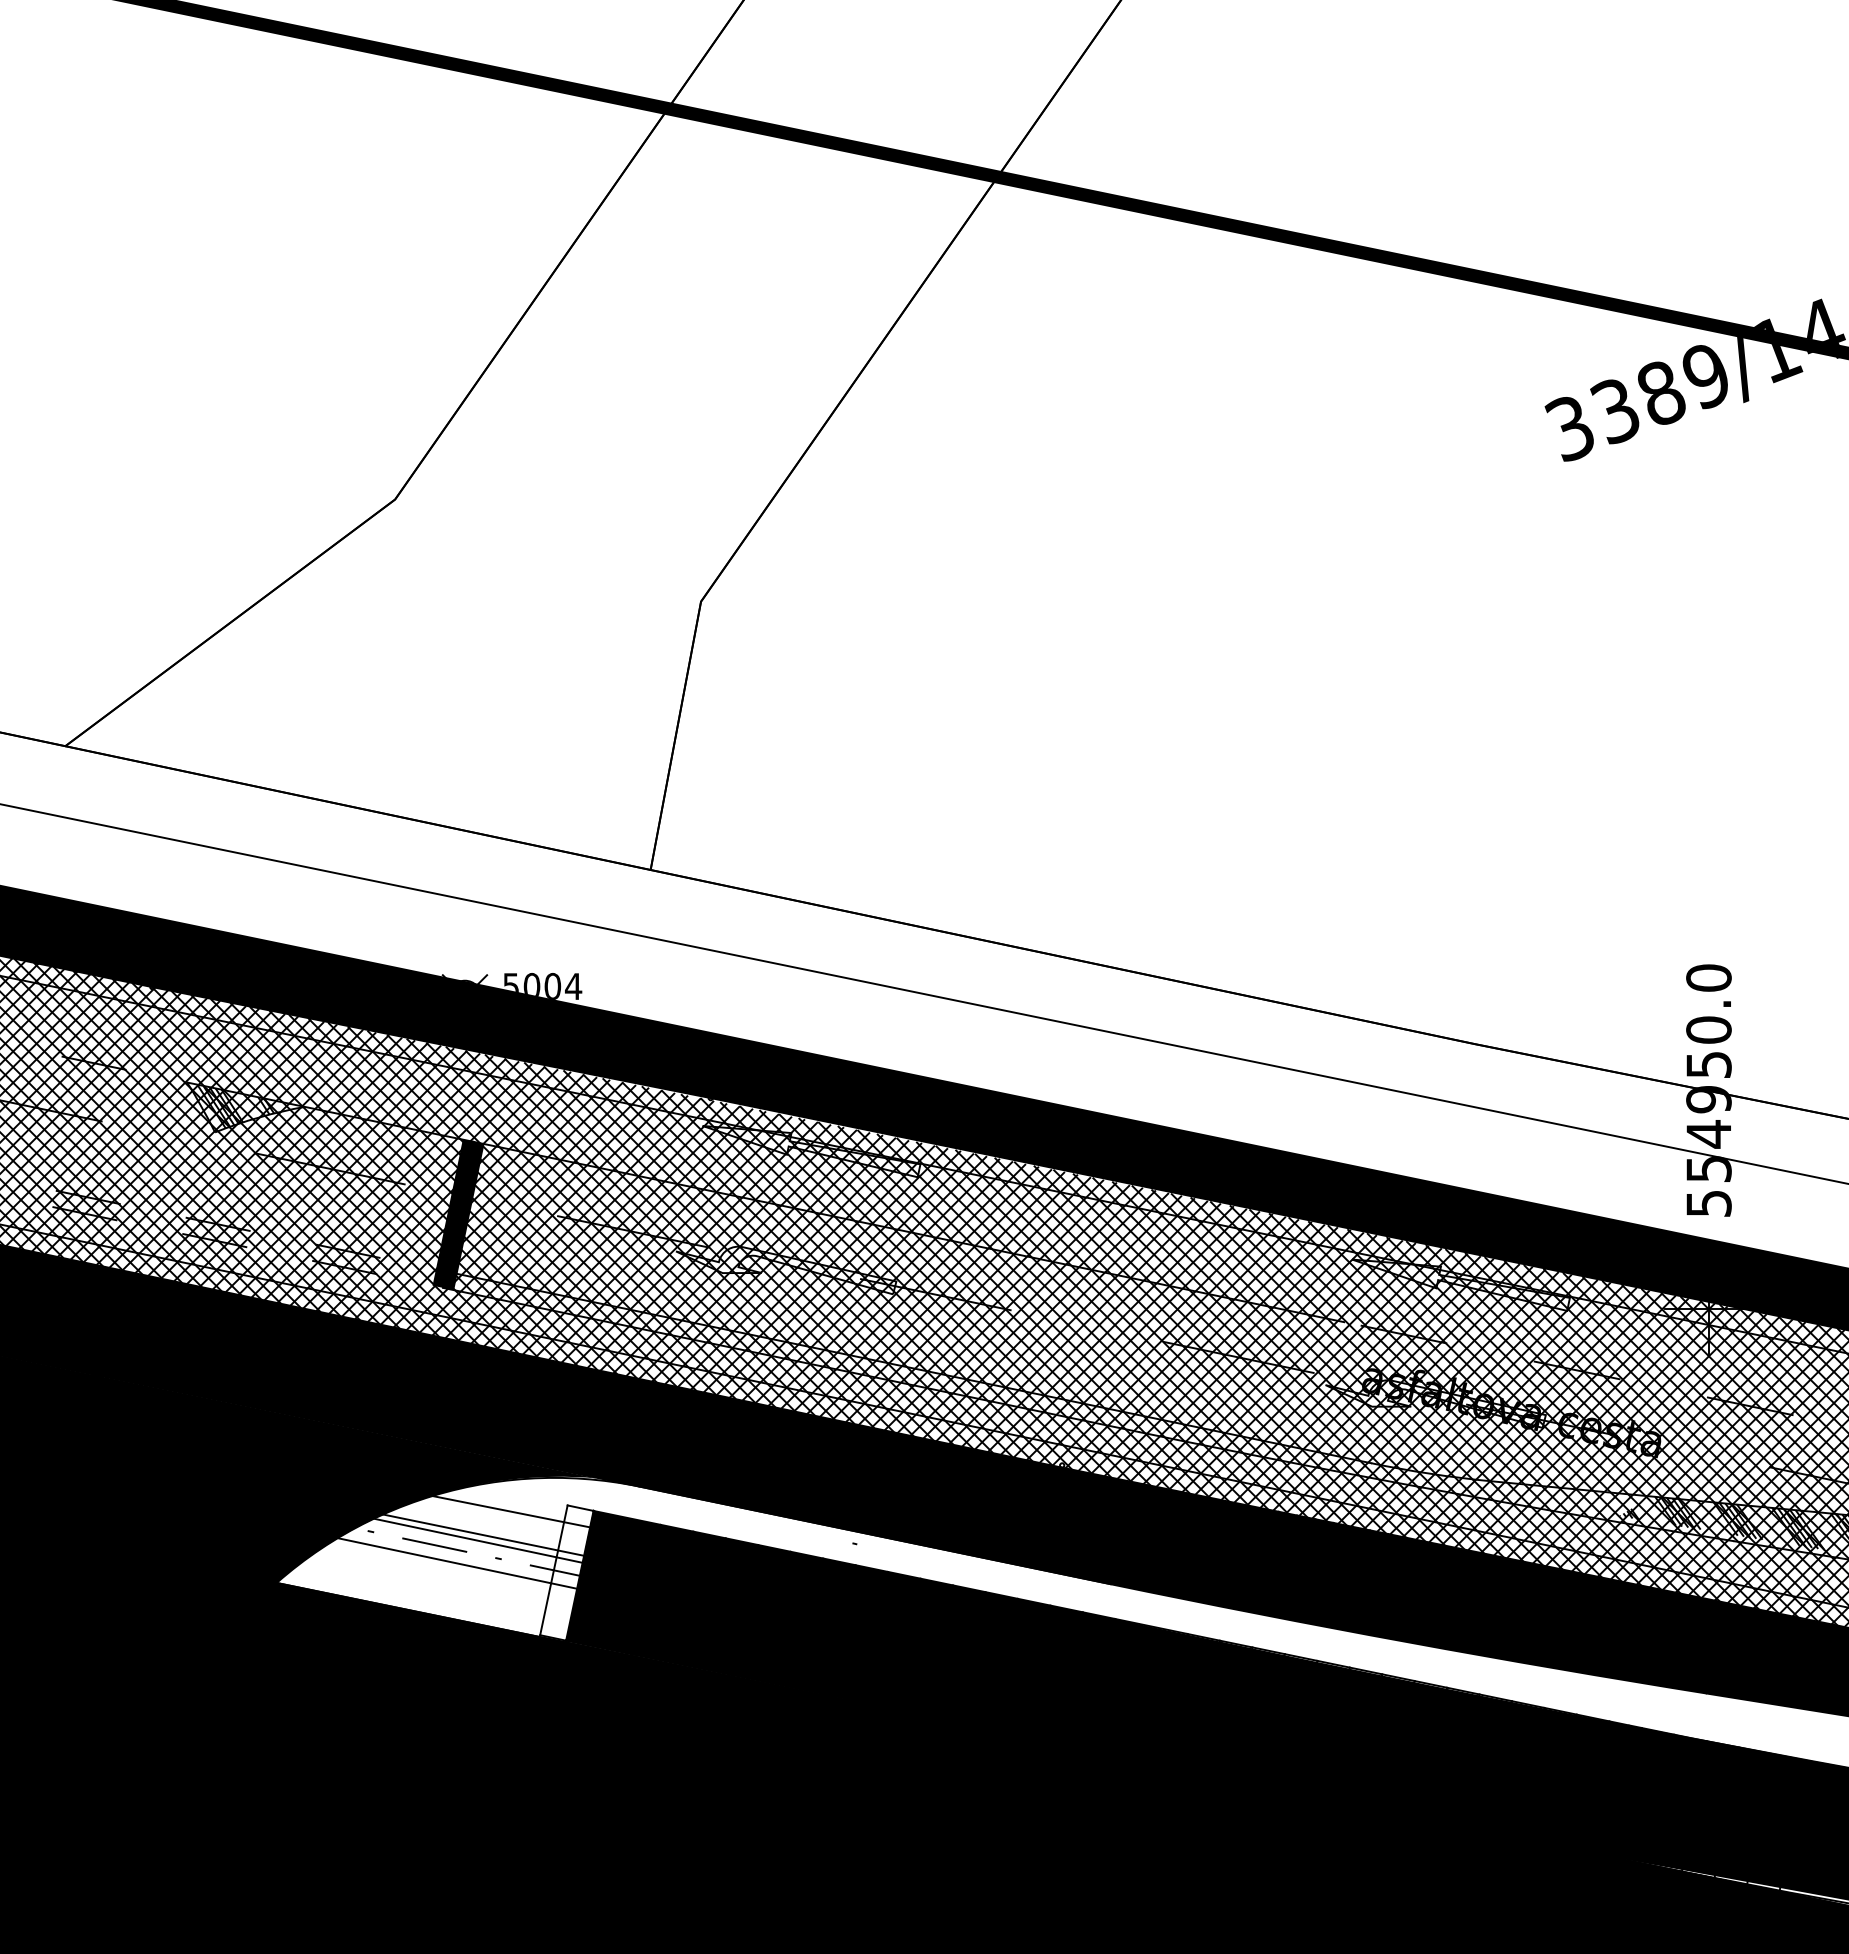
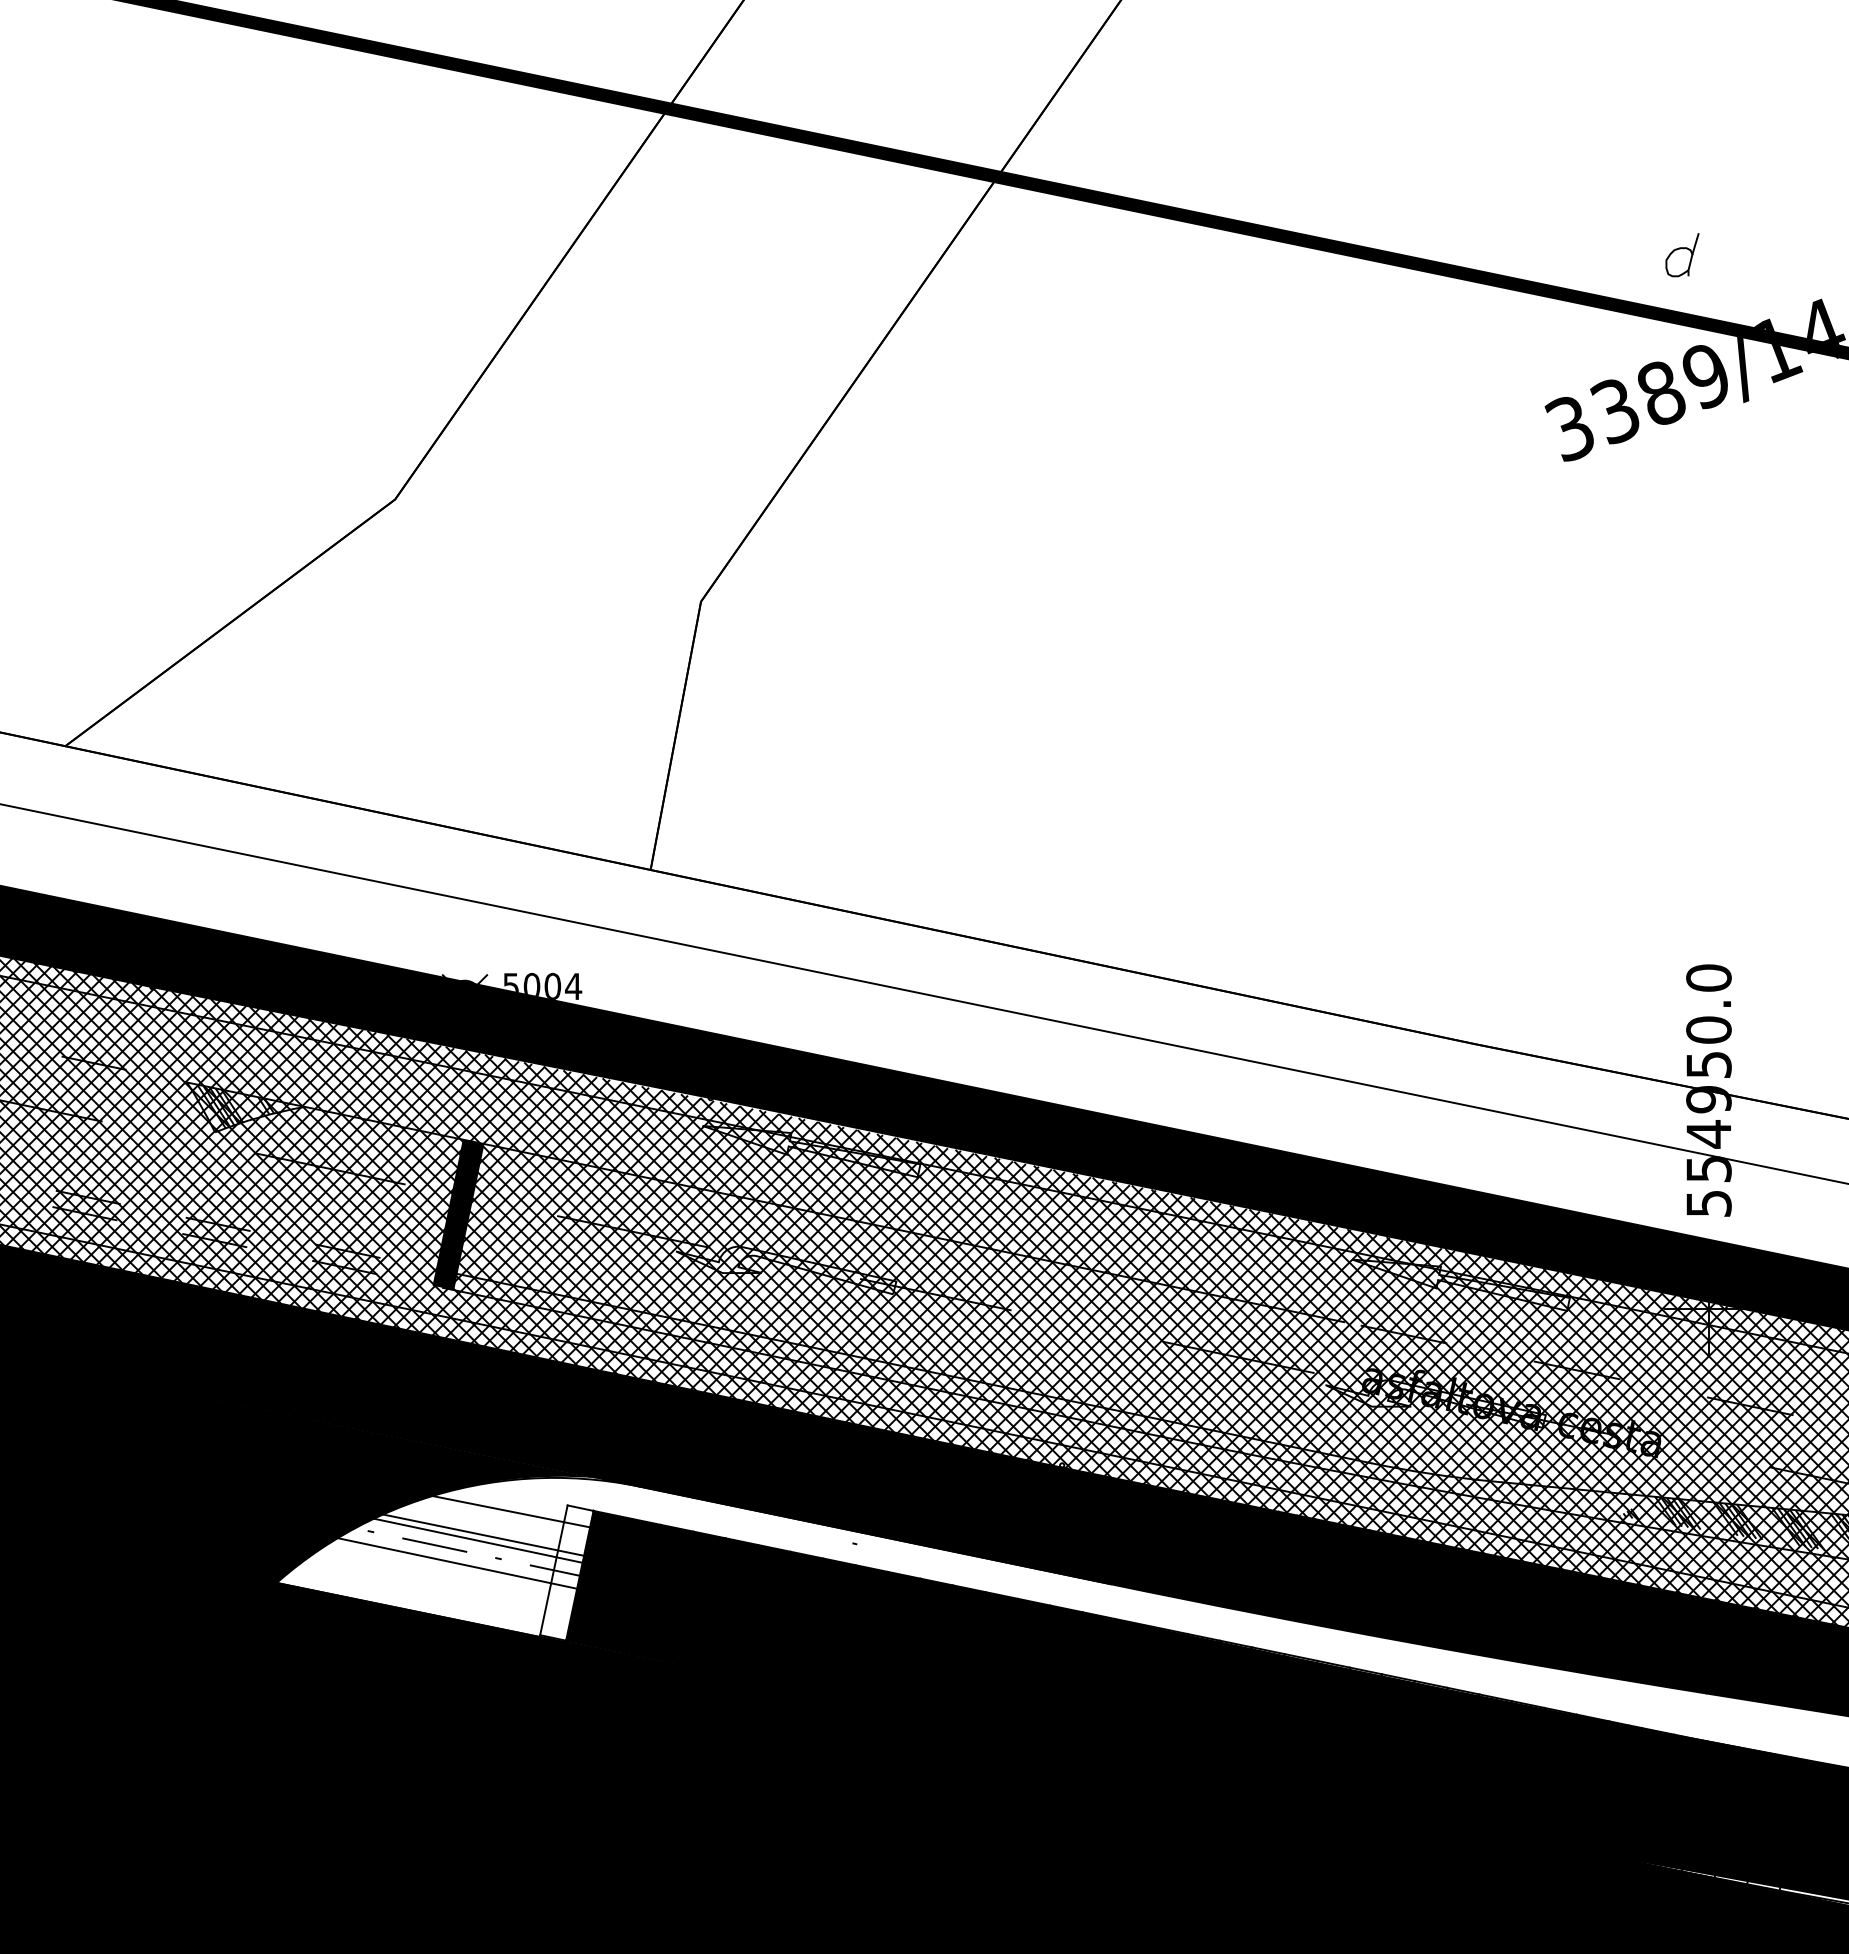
part at (1682, 255): none -> present
